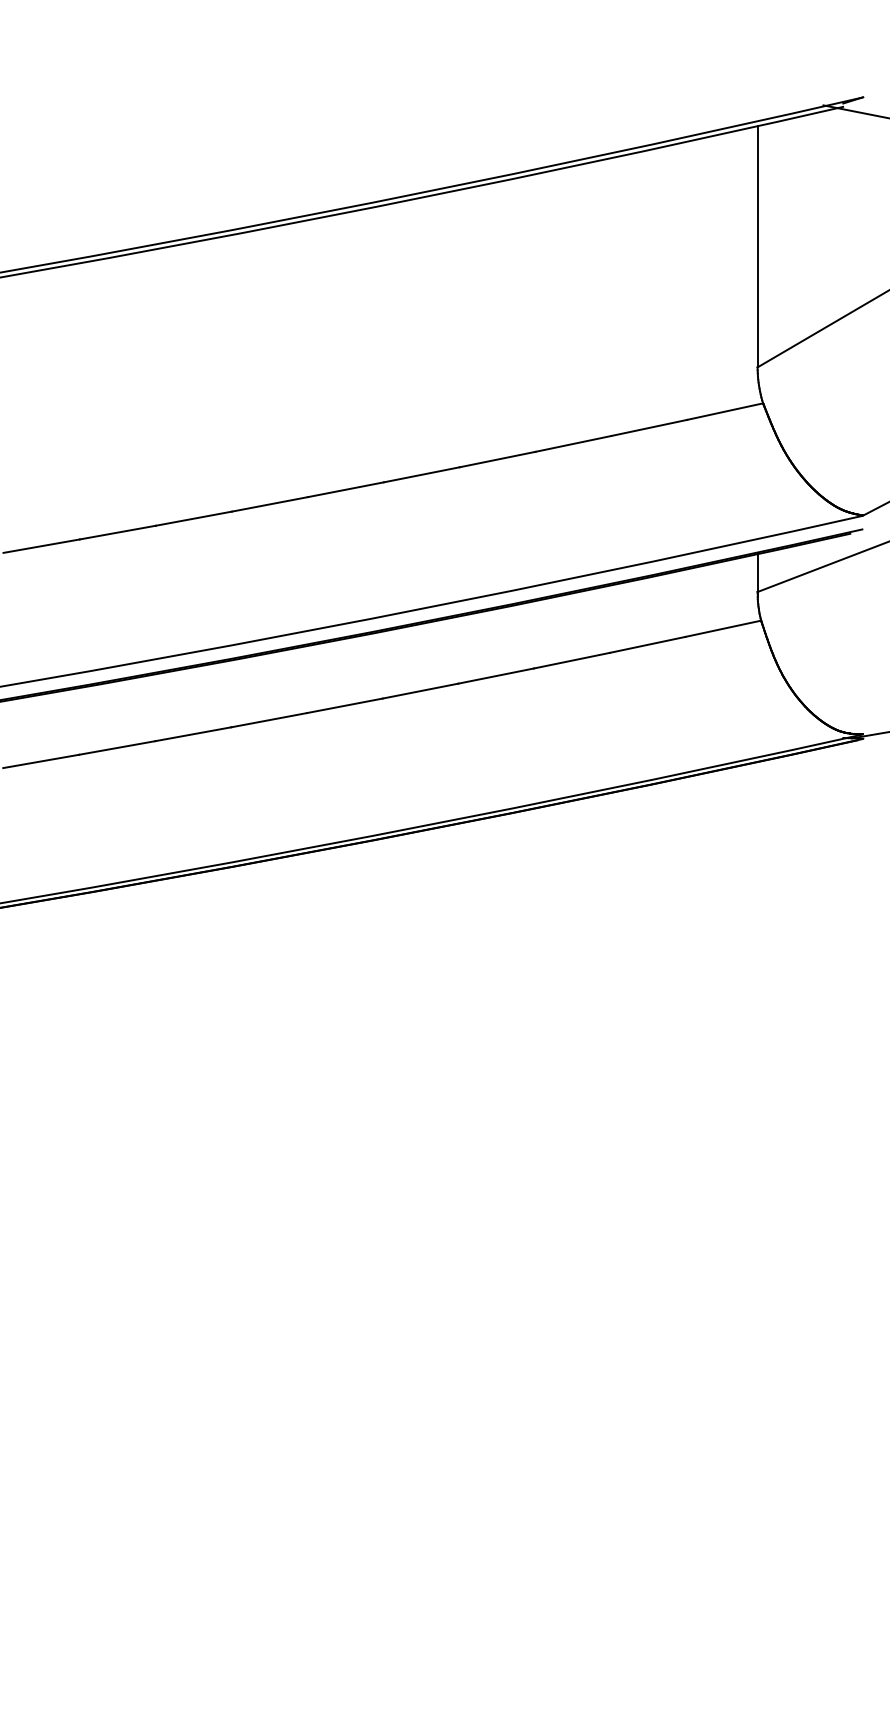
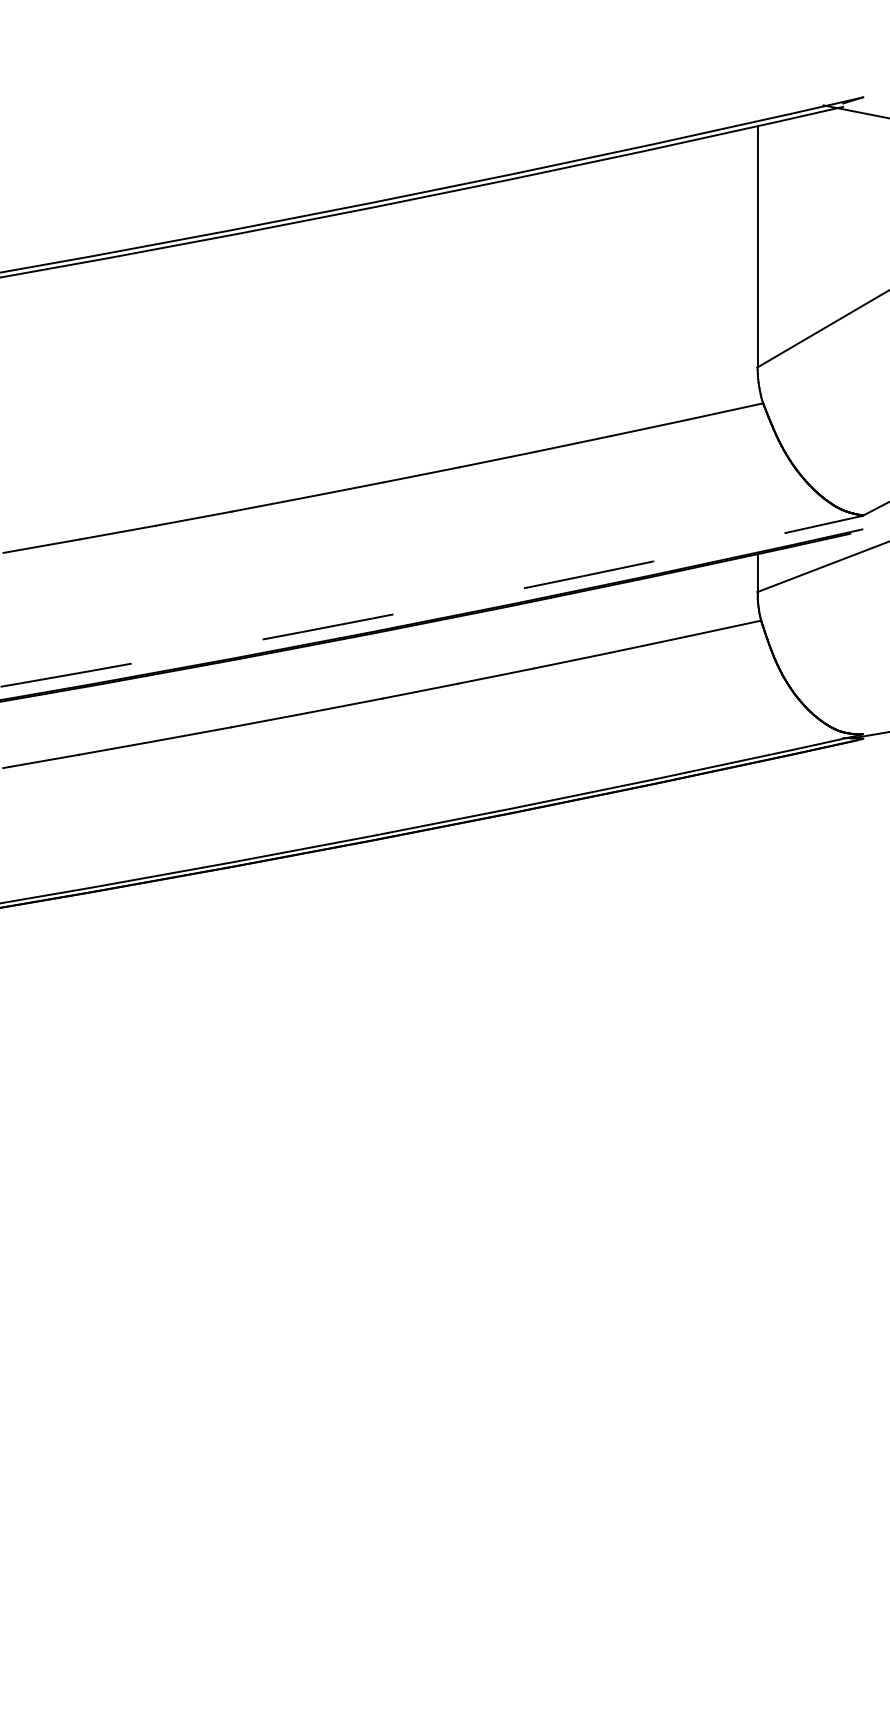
arc at (433, 606): solid -> dashed
